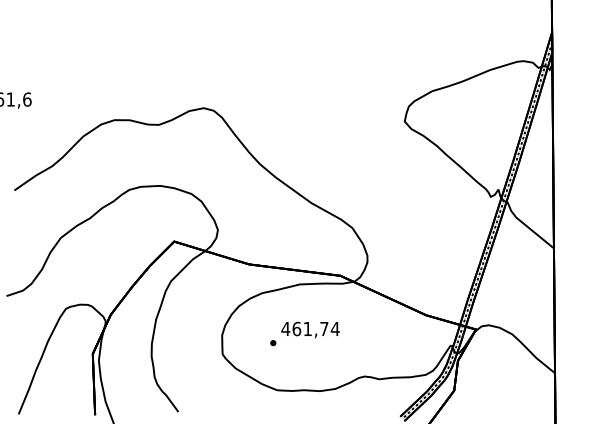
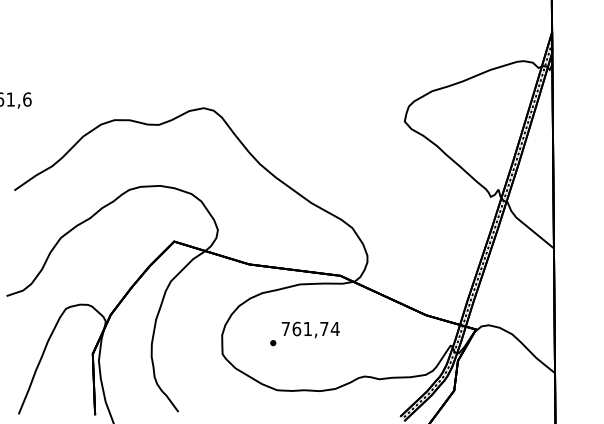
text at (285, 328): 461,74 -> 761,74
